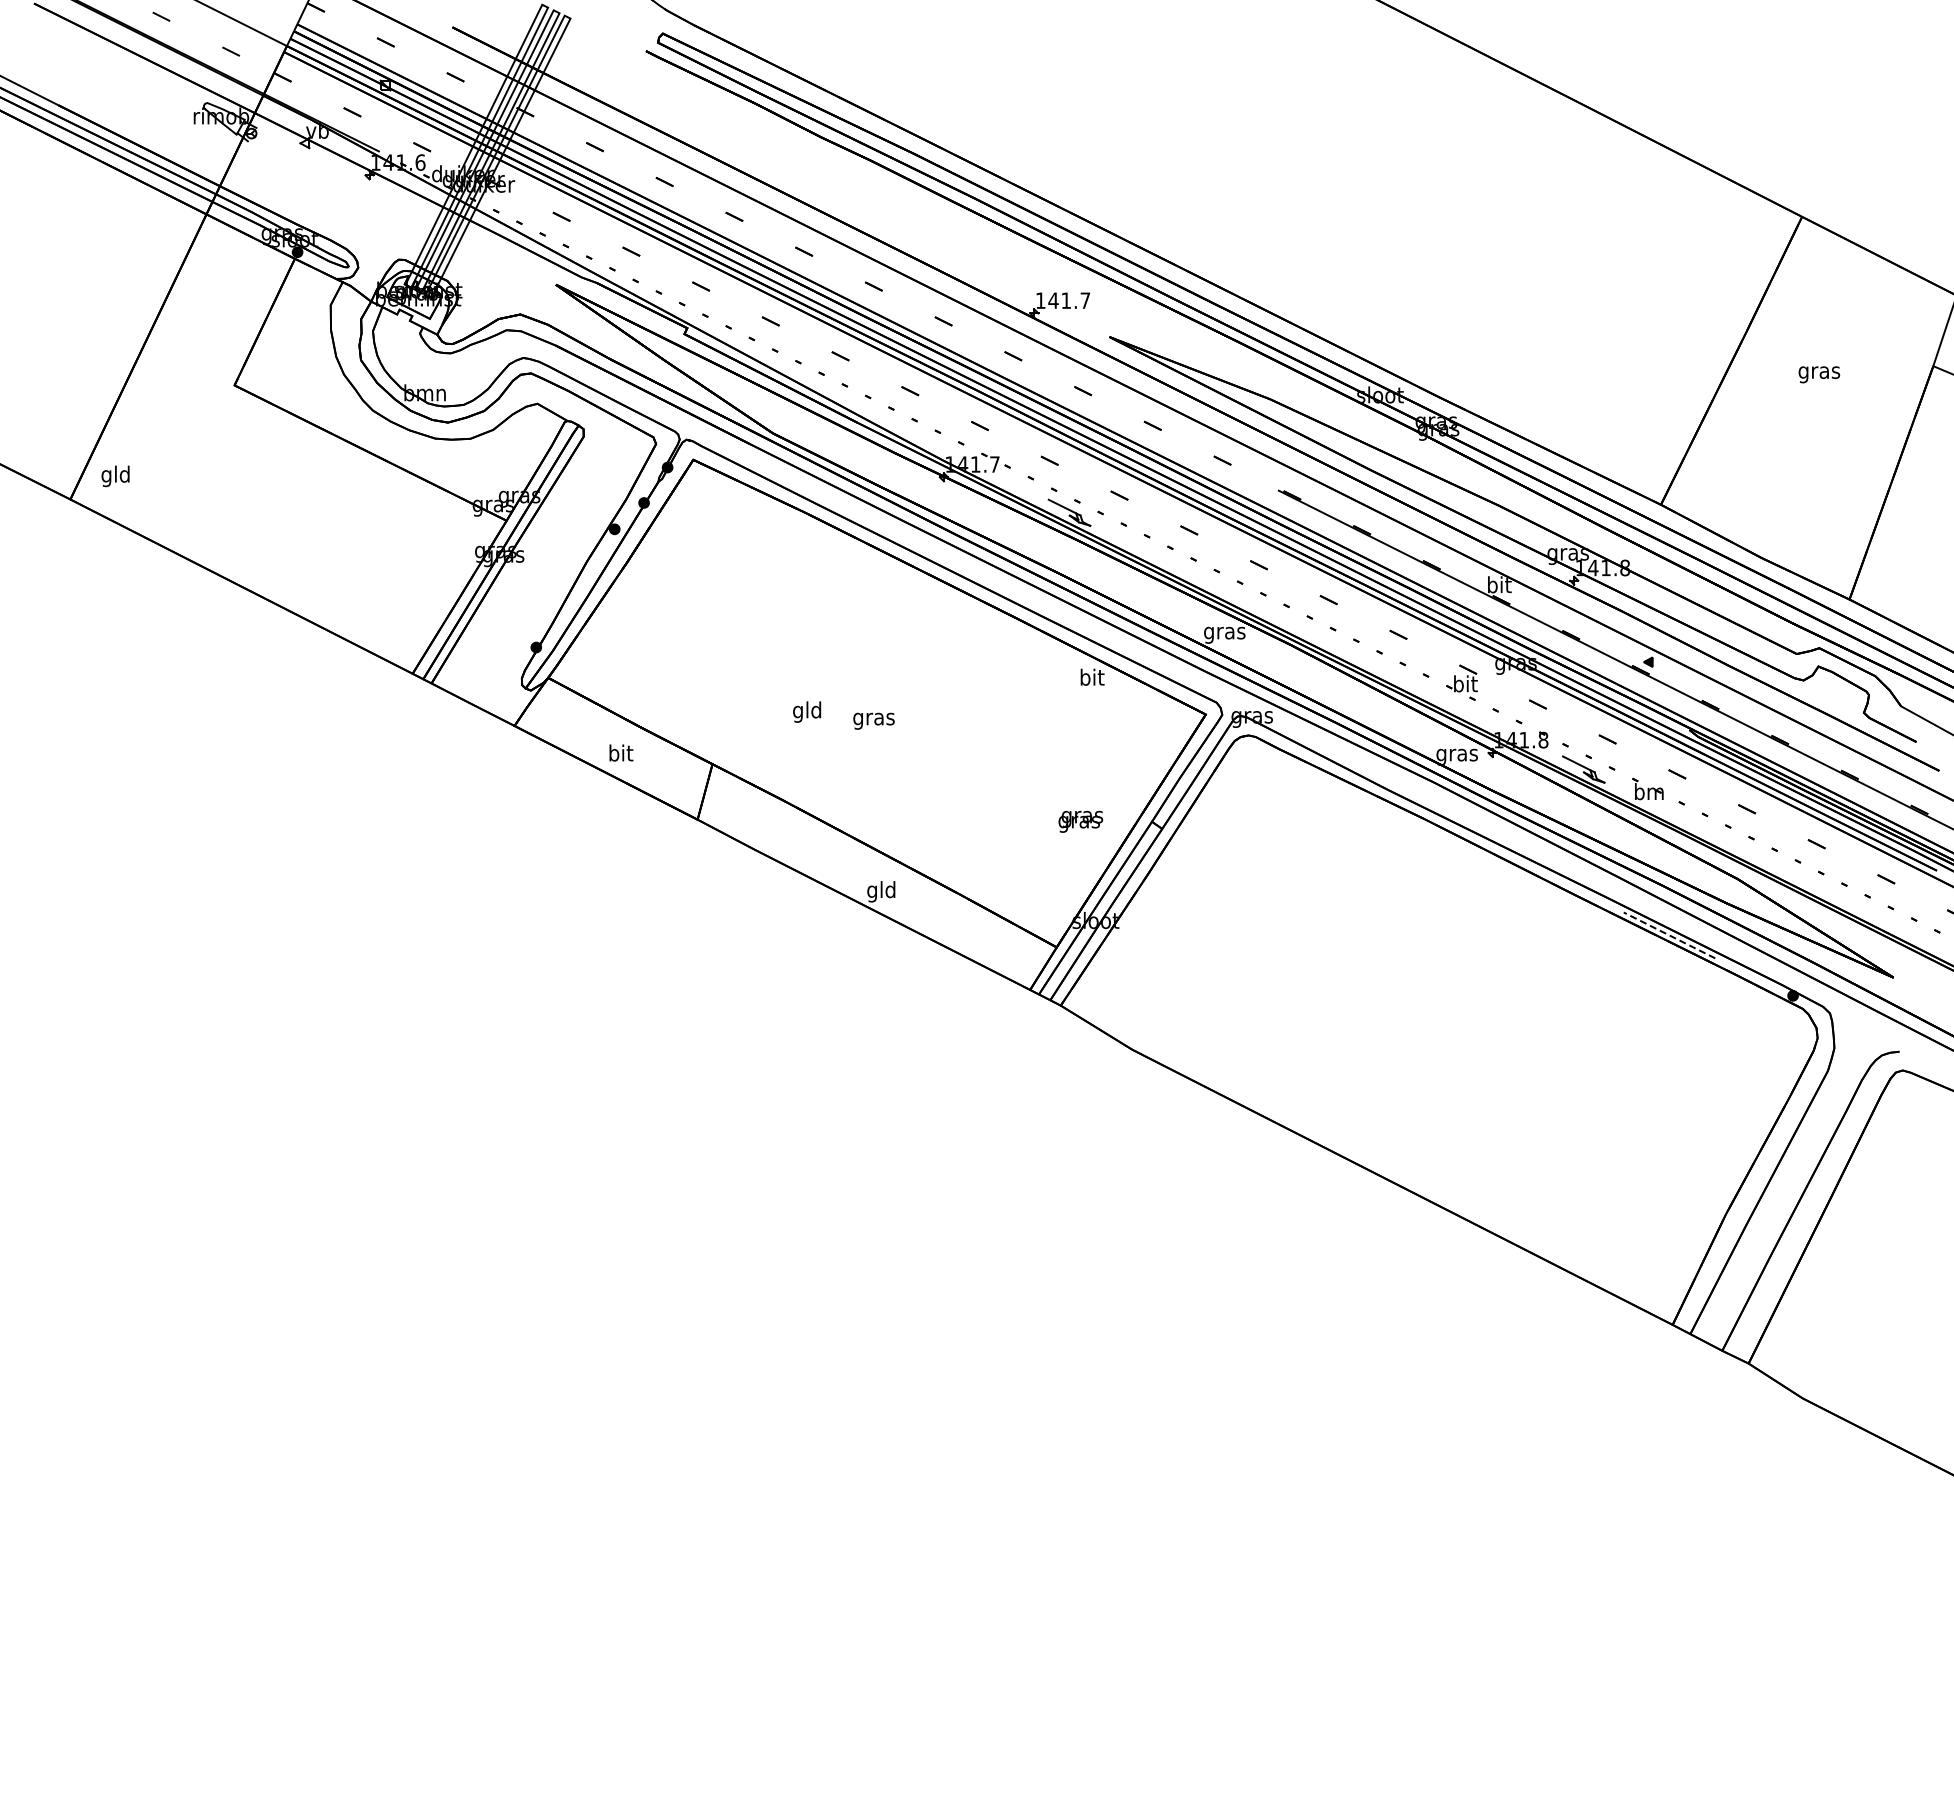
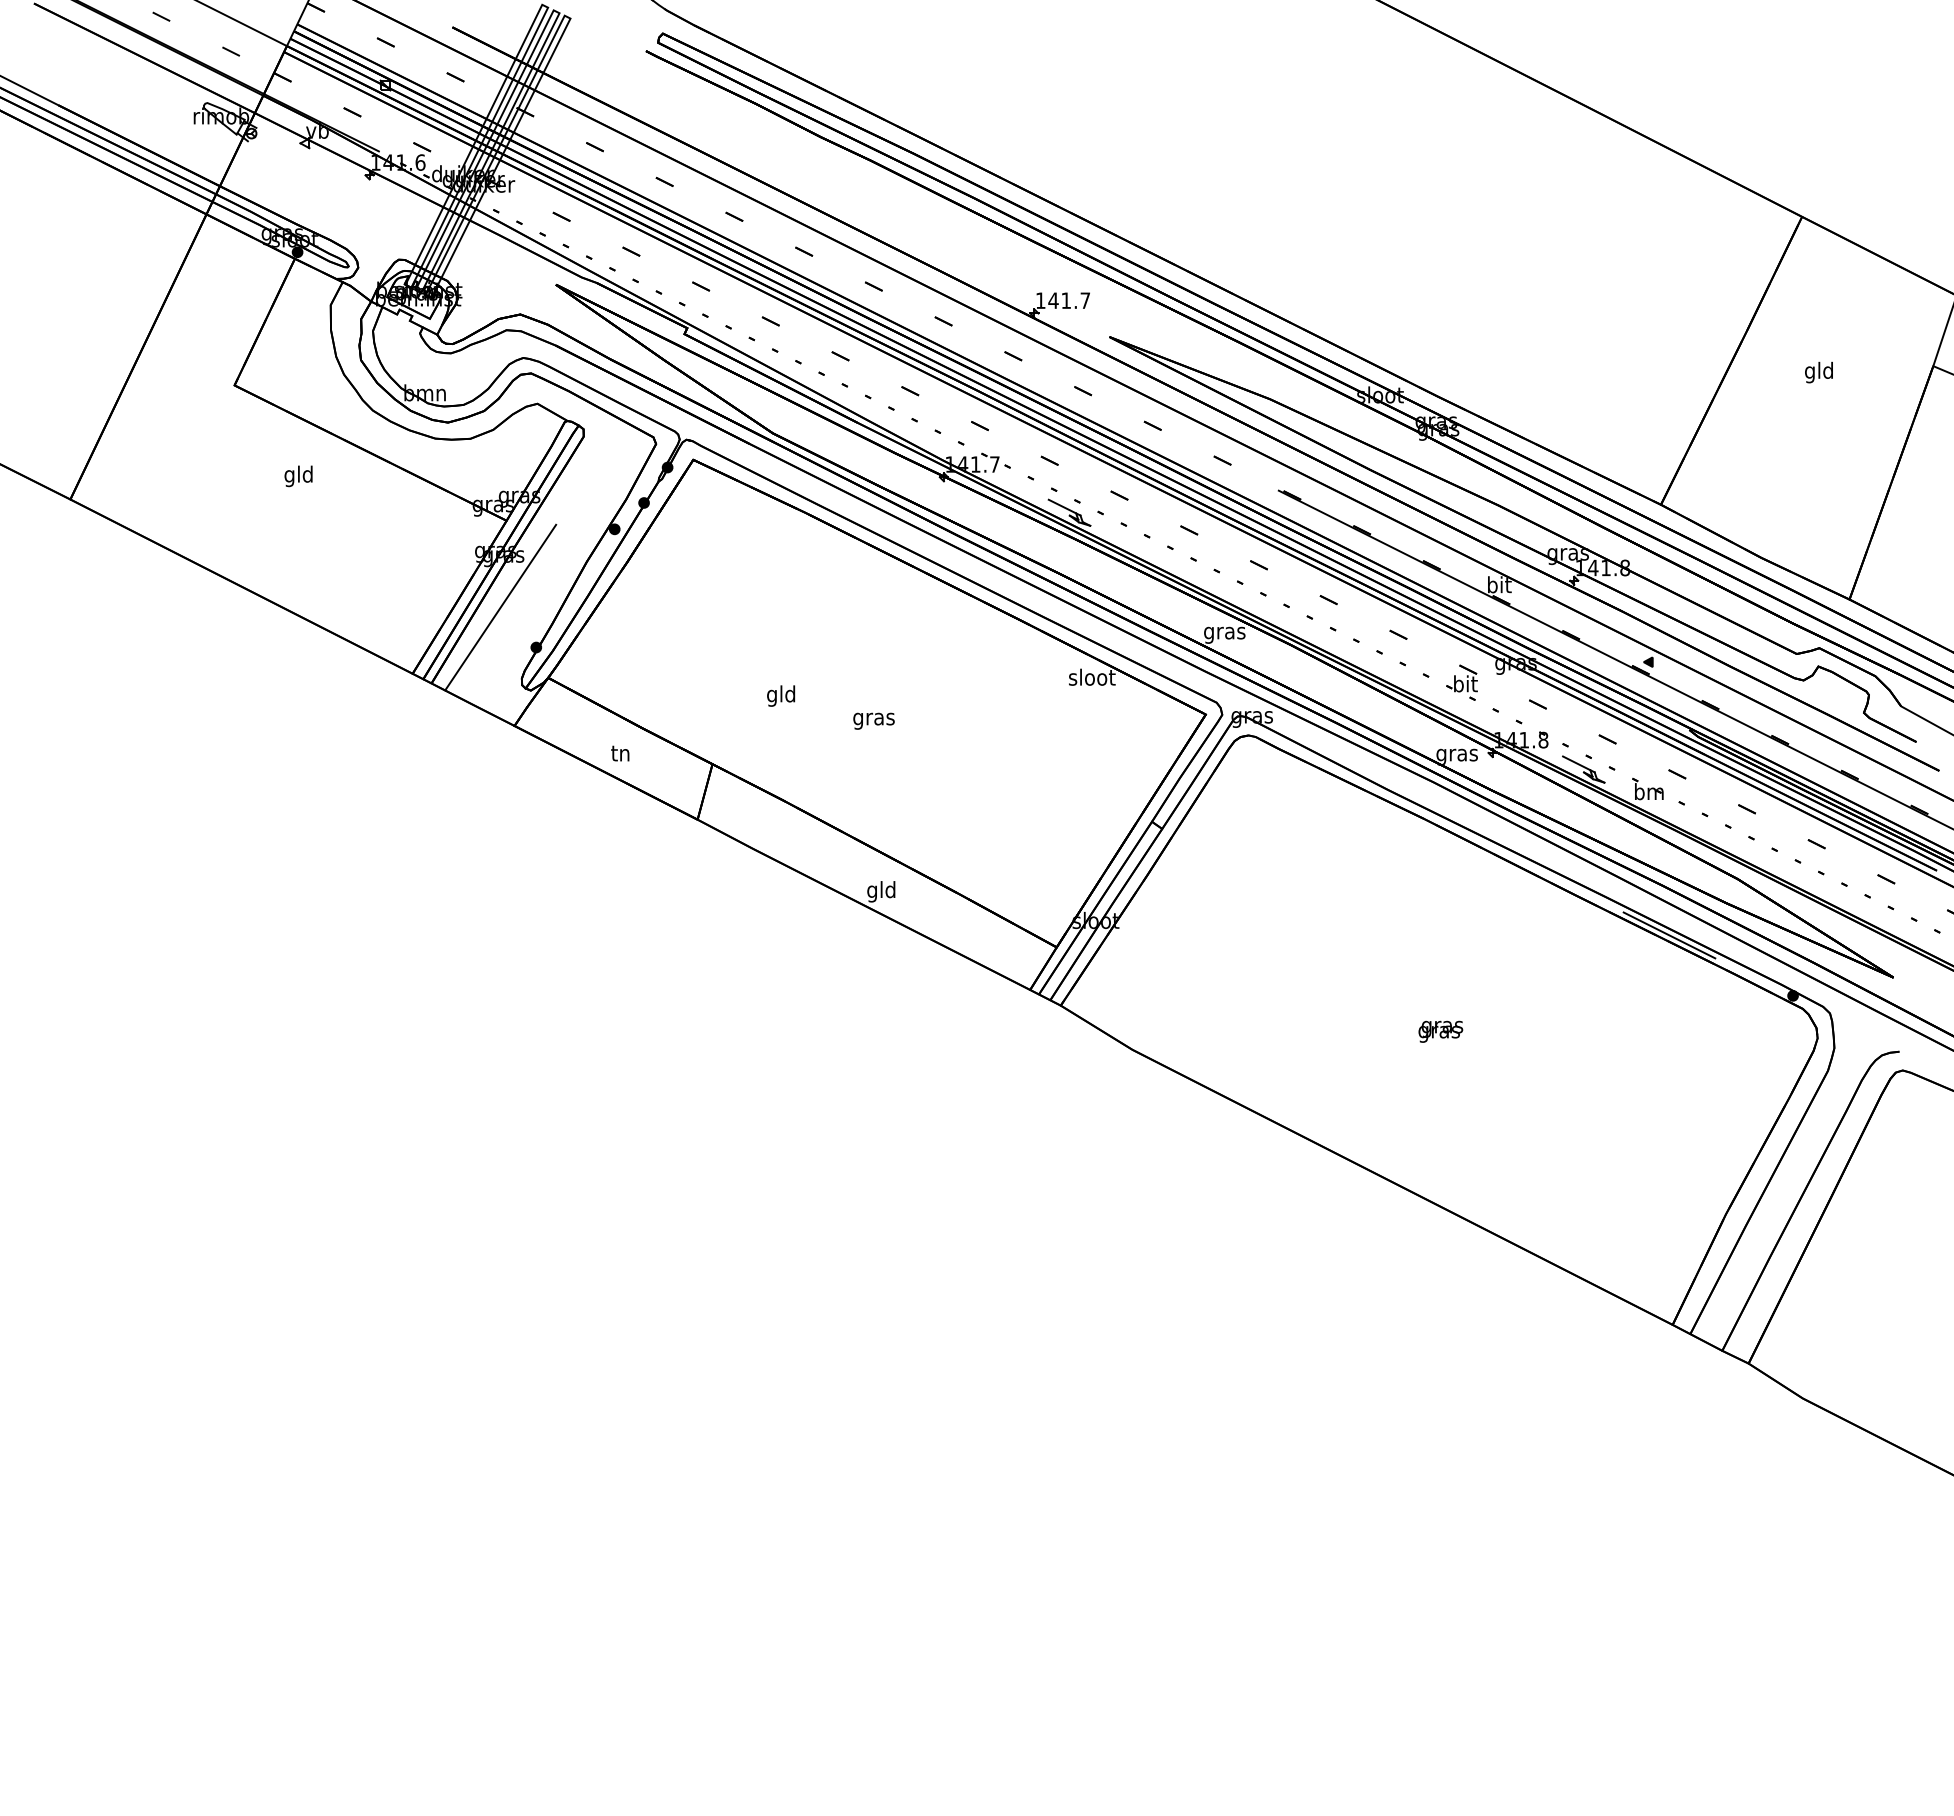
text at (1819, 372): gras -> gld
text at (115, 476) position: (115, 476) -> (298, 476)
line at (500, 607): none -> present
text at (1092, 676): bit -> sloot
text at (807, 711) position: (807, 711) -> (781, 695)
text at (621, 752): bit -> tn
text at (1080, 821) position: (1080, 821) -> (1440, 1031)
line at (1669, 935): dashed -> solid
